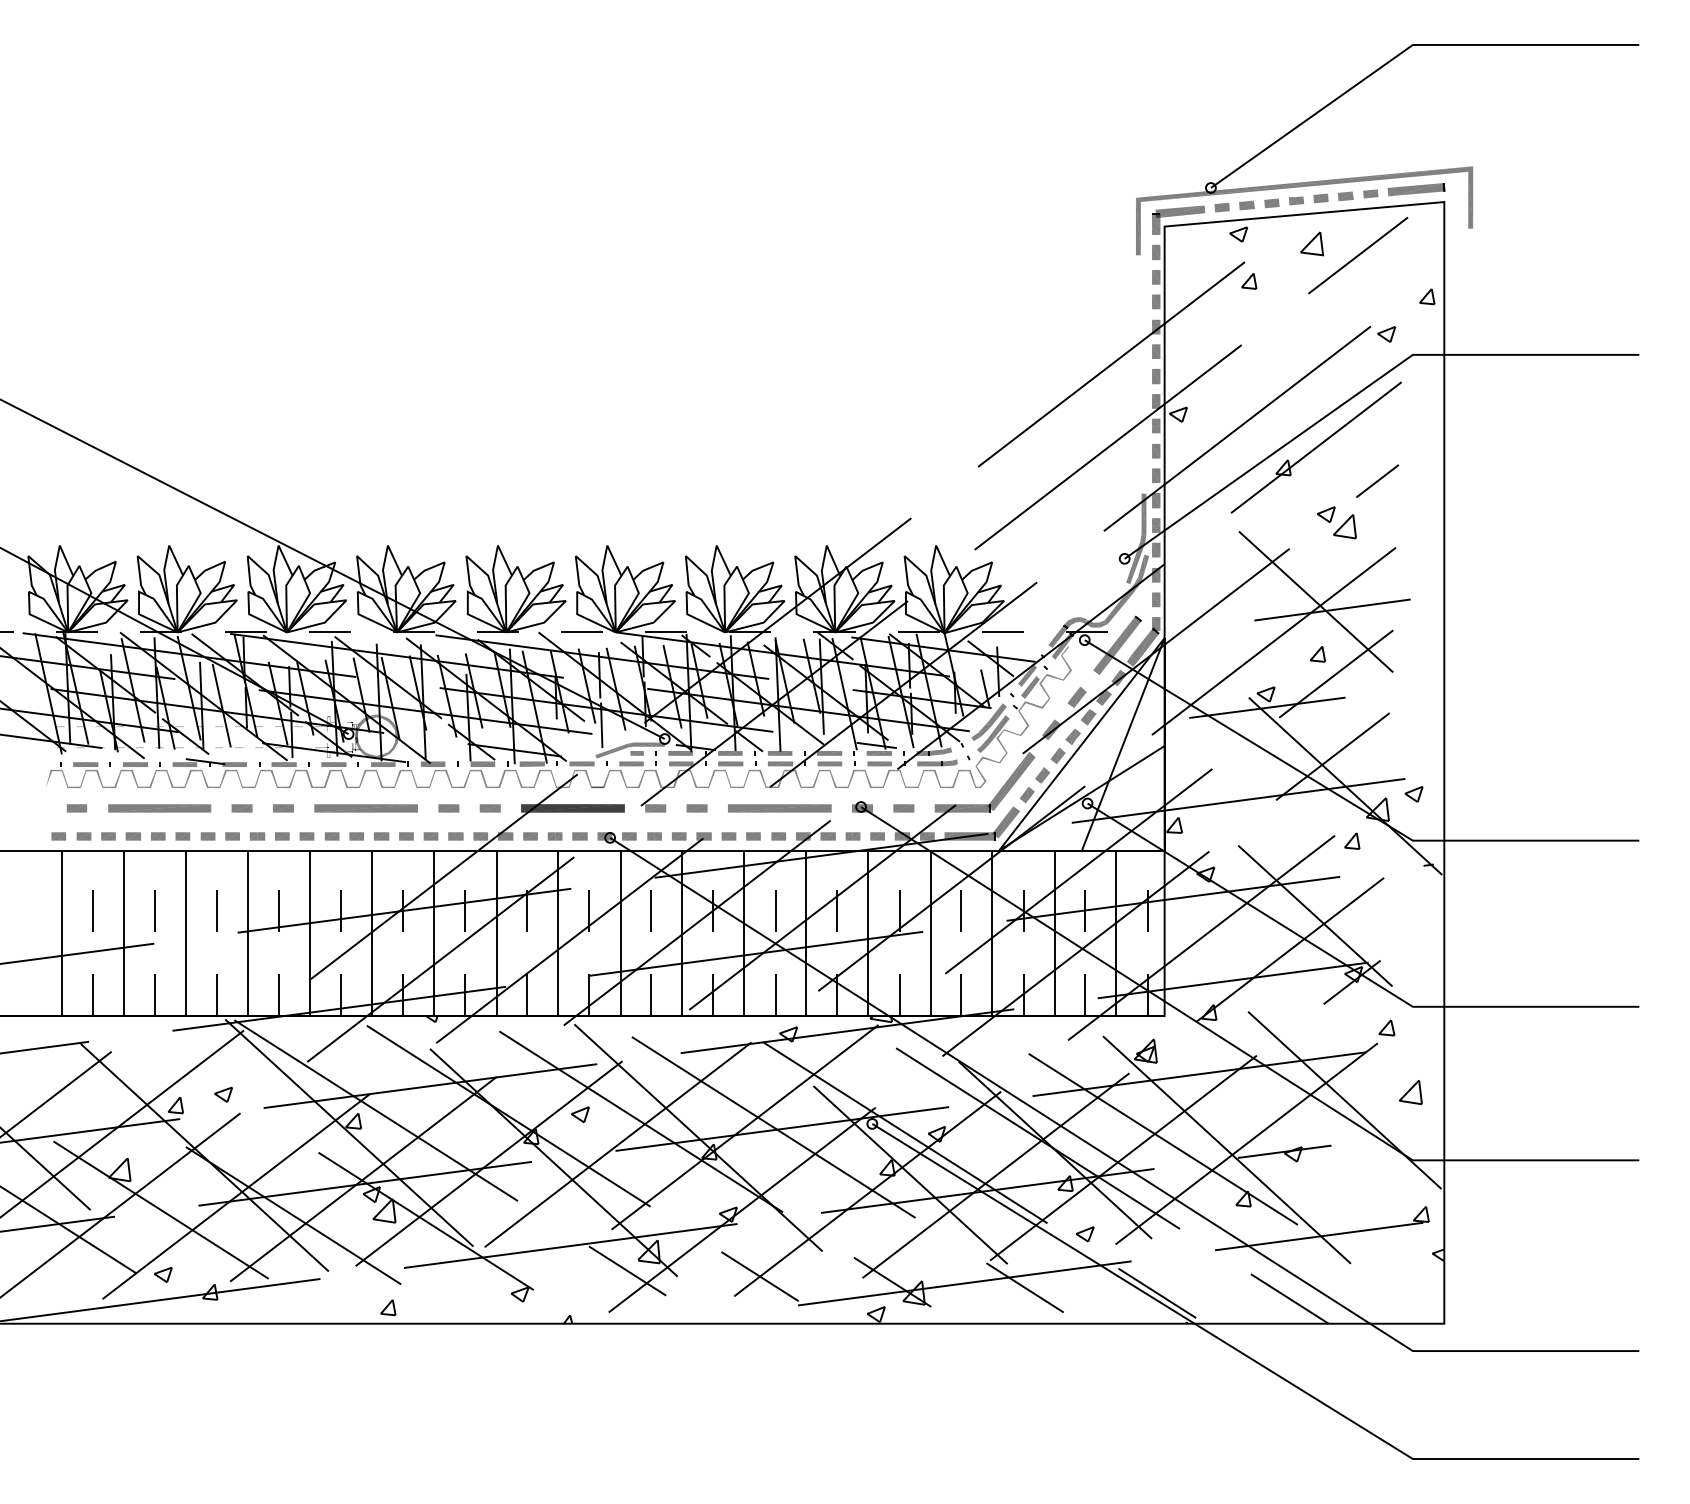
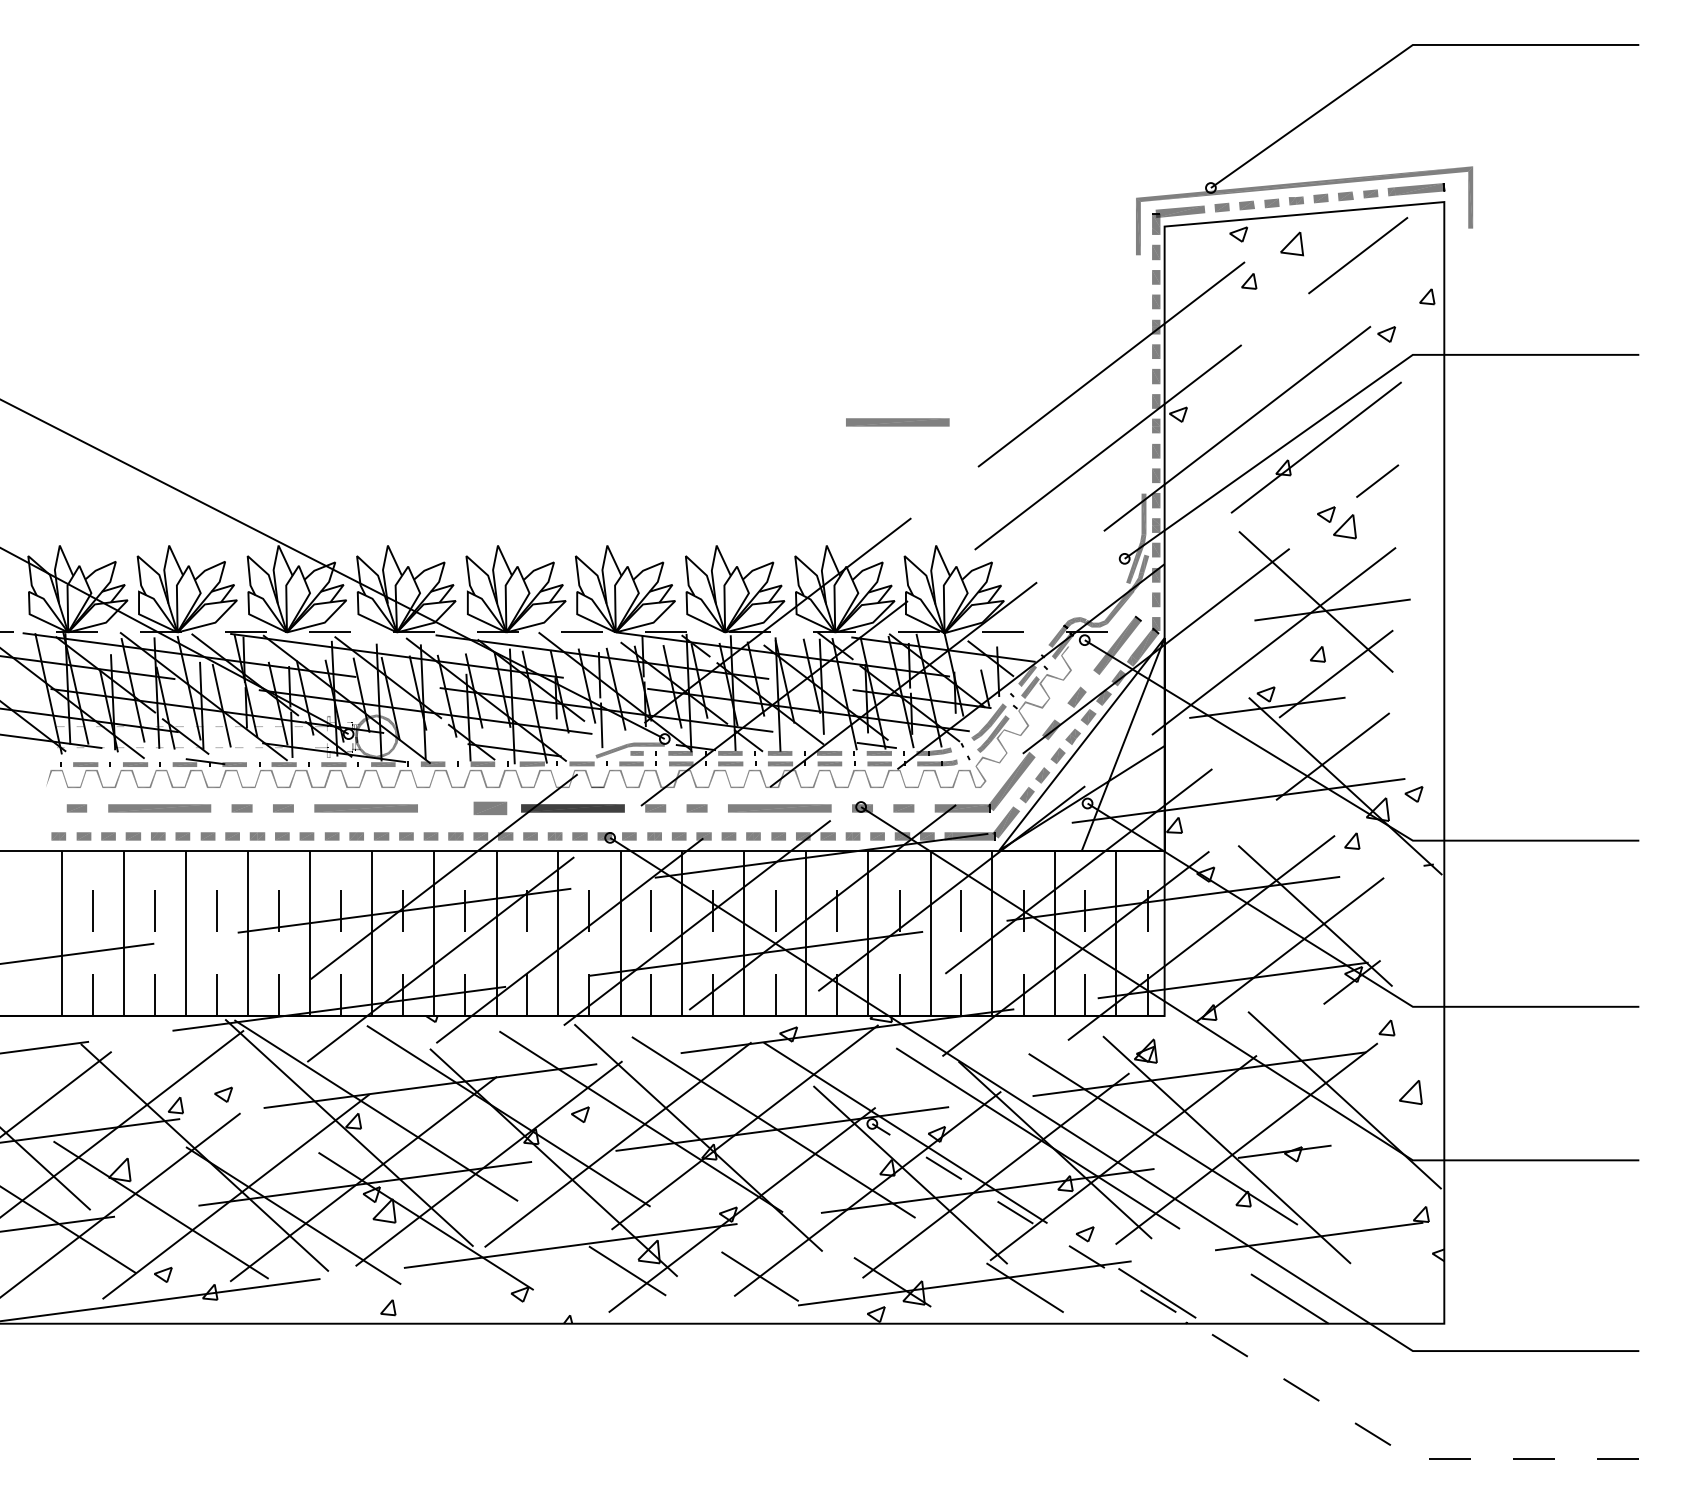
part at (1311, 243) position: (1311, 243) -> (1291, 243)
part at (897, 422): none -> present
part at (448, 808): present -> none
part at (489, 808) size: 22x9 px -> 35x14 px
line at (1239, 1351): solid -> dashed
